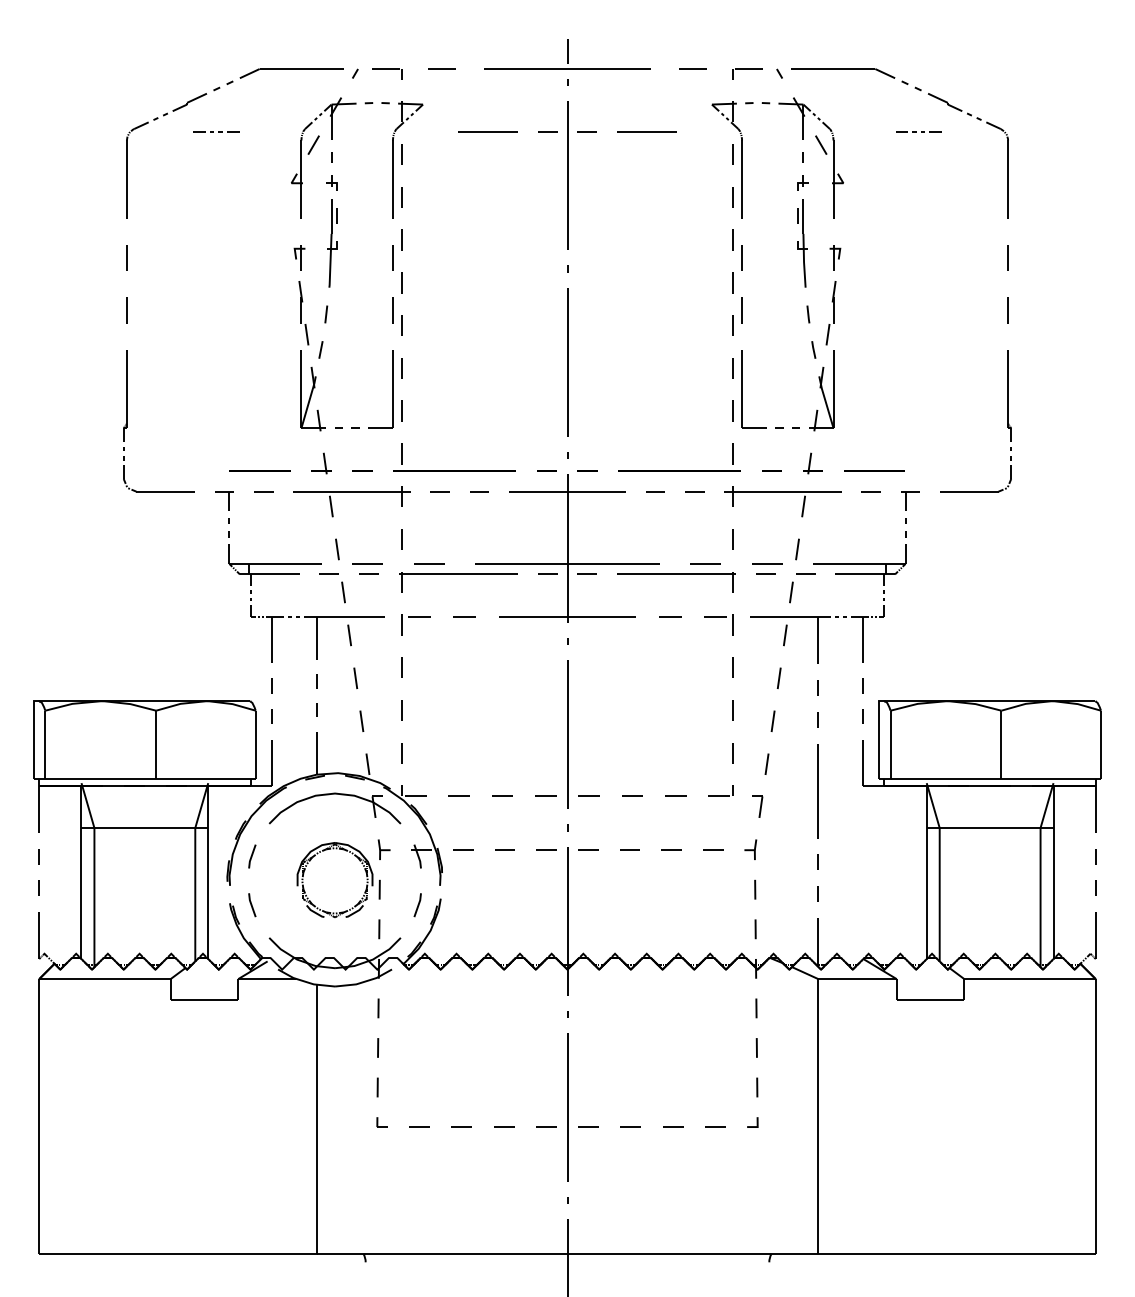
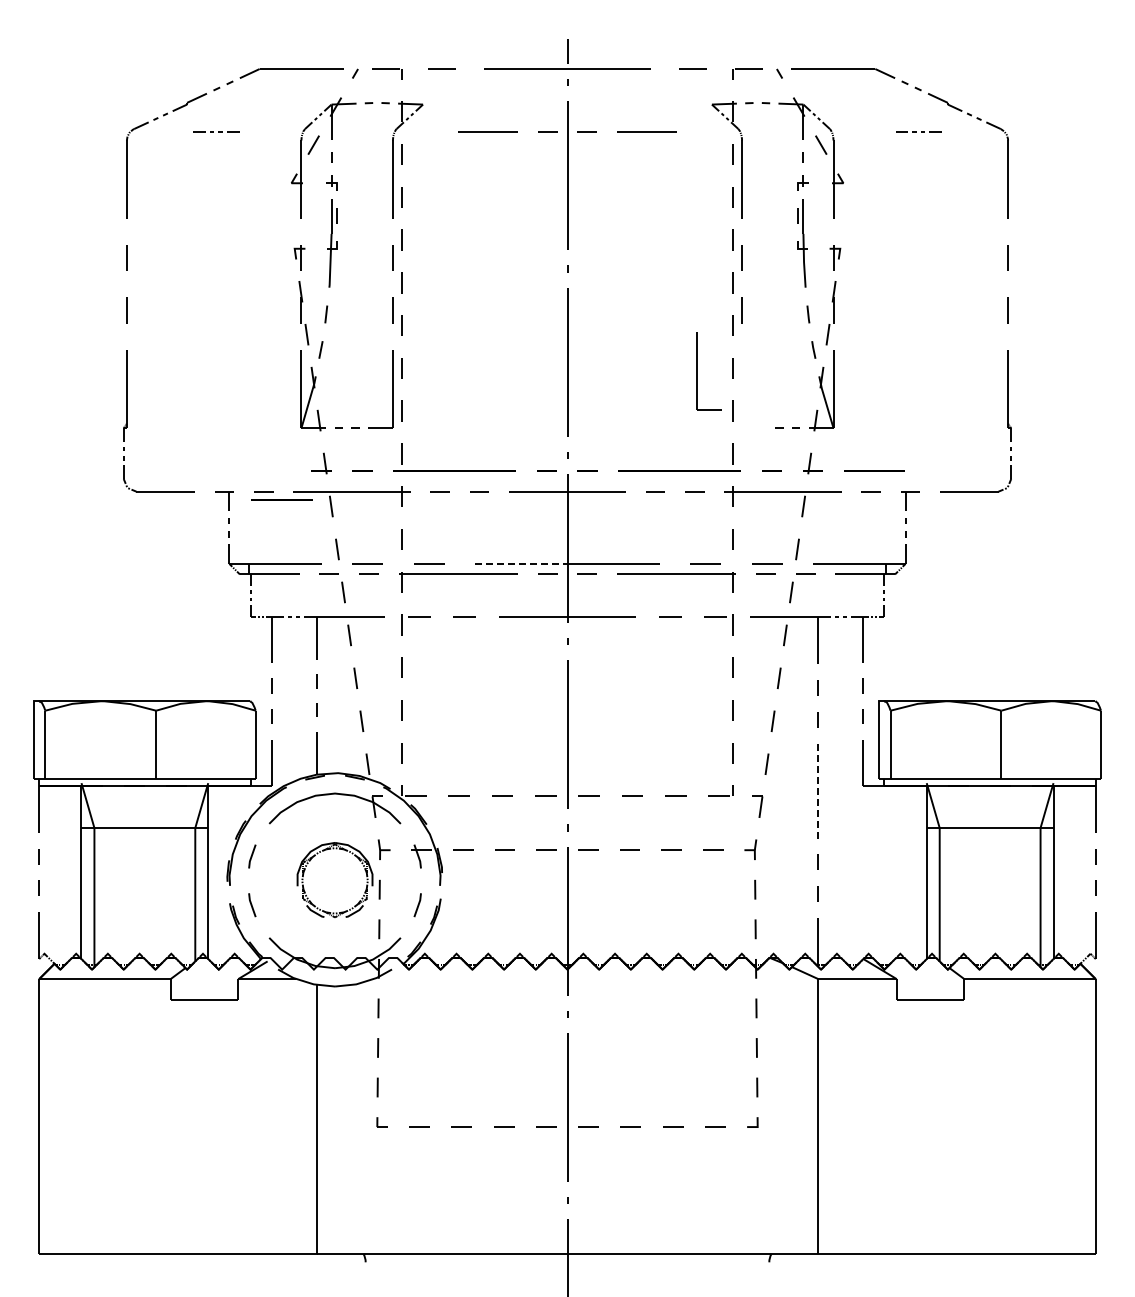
part at (742, 389) position: (742, 389) -> (697, 371)
line at (259, 470) position: (259, 470) -> (281, 499)
line at (520, 563): solid -> dashed
line at (818, 791): solid -> dashed
